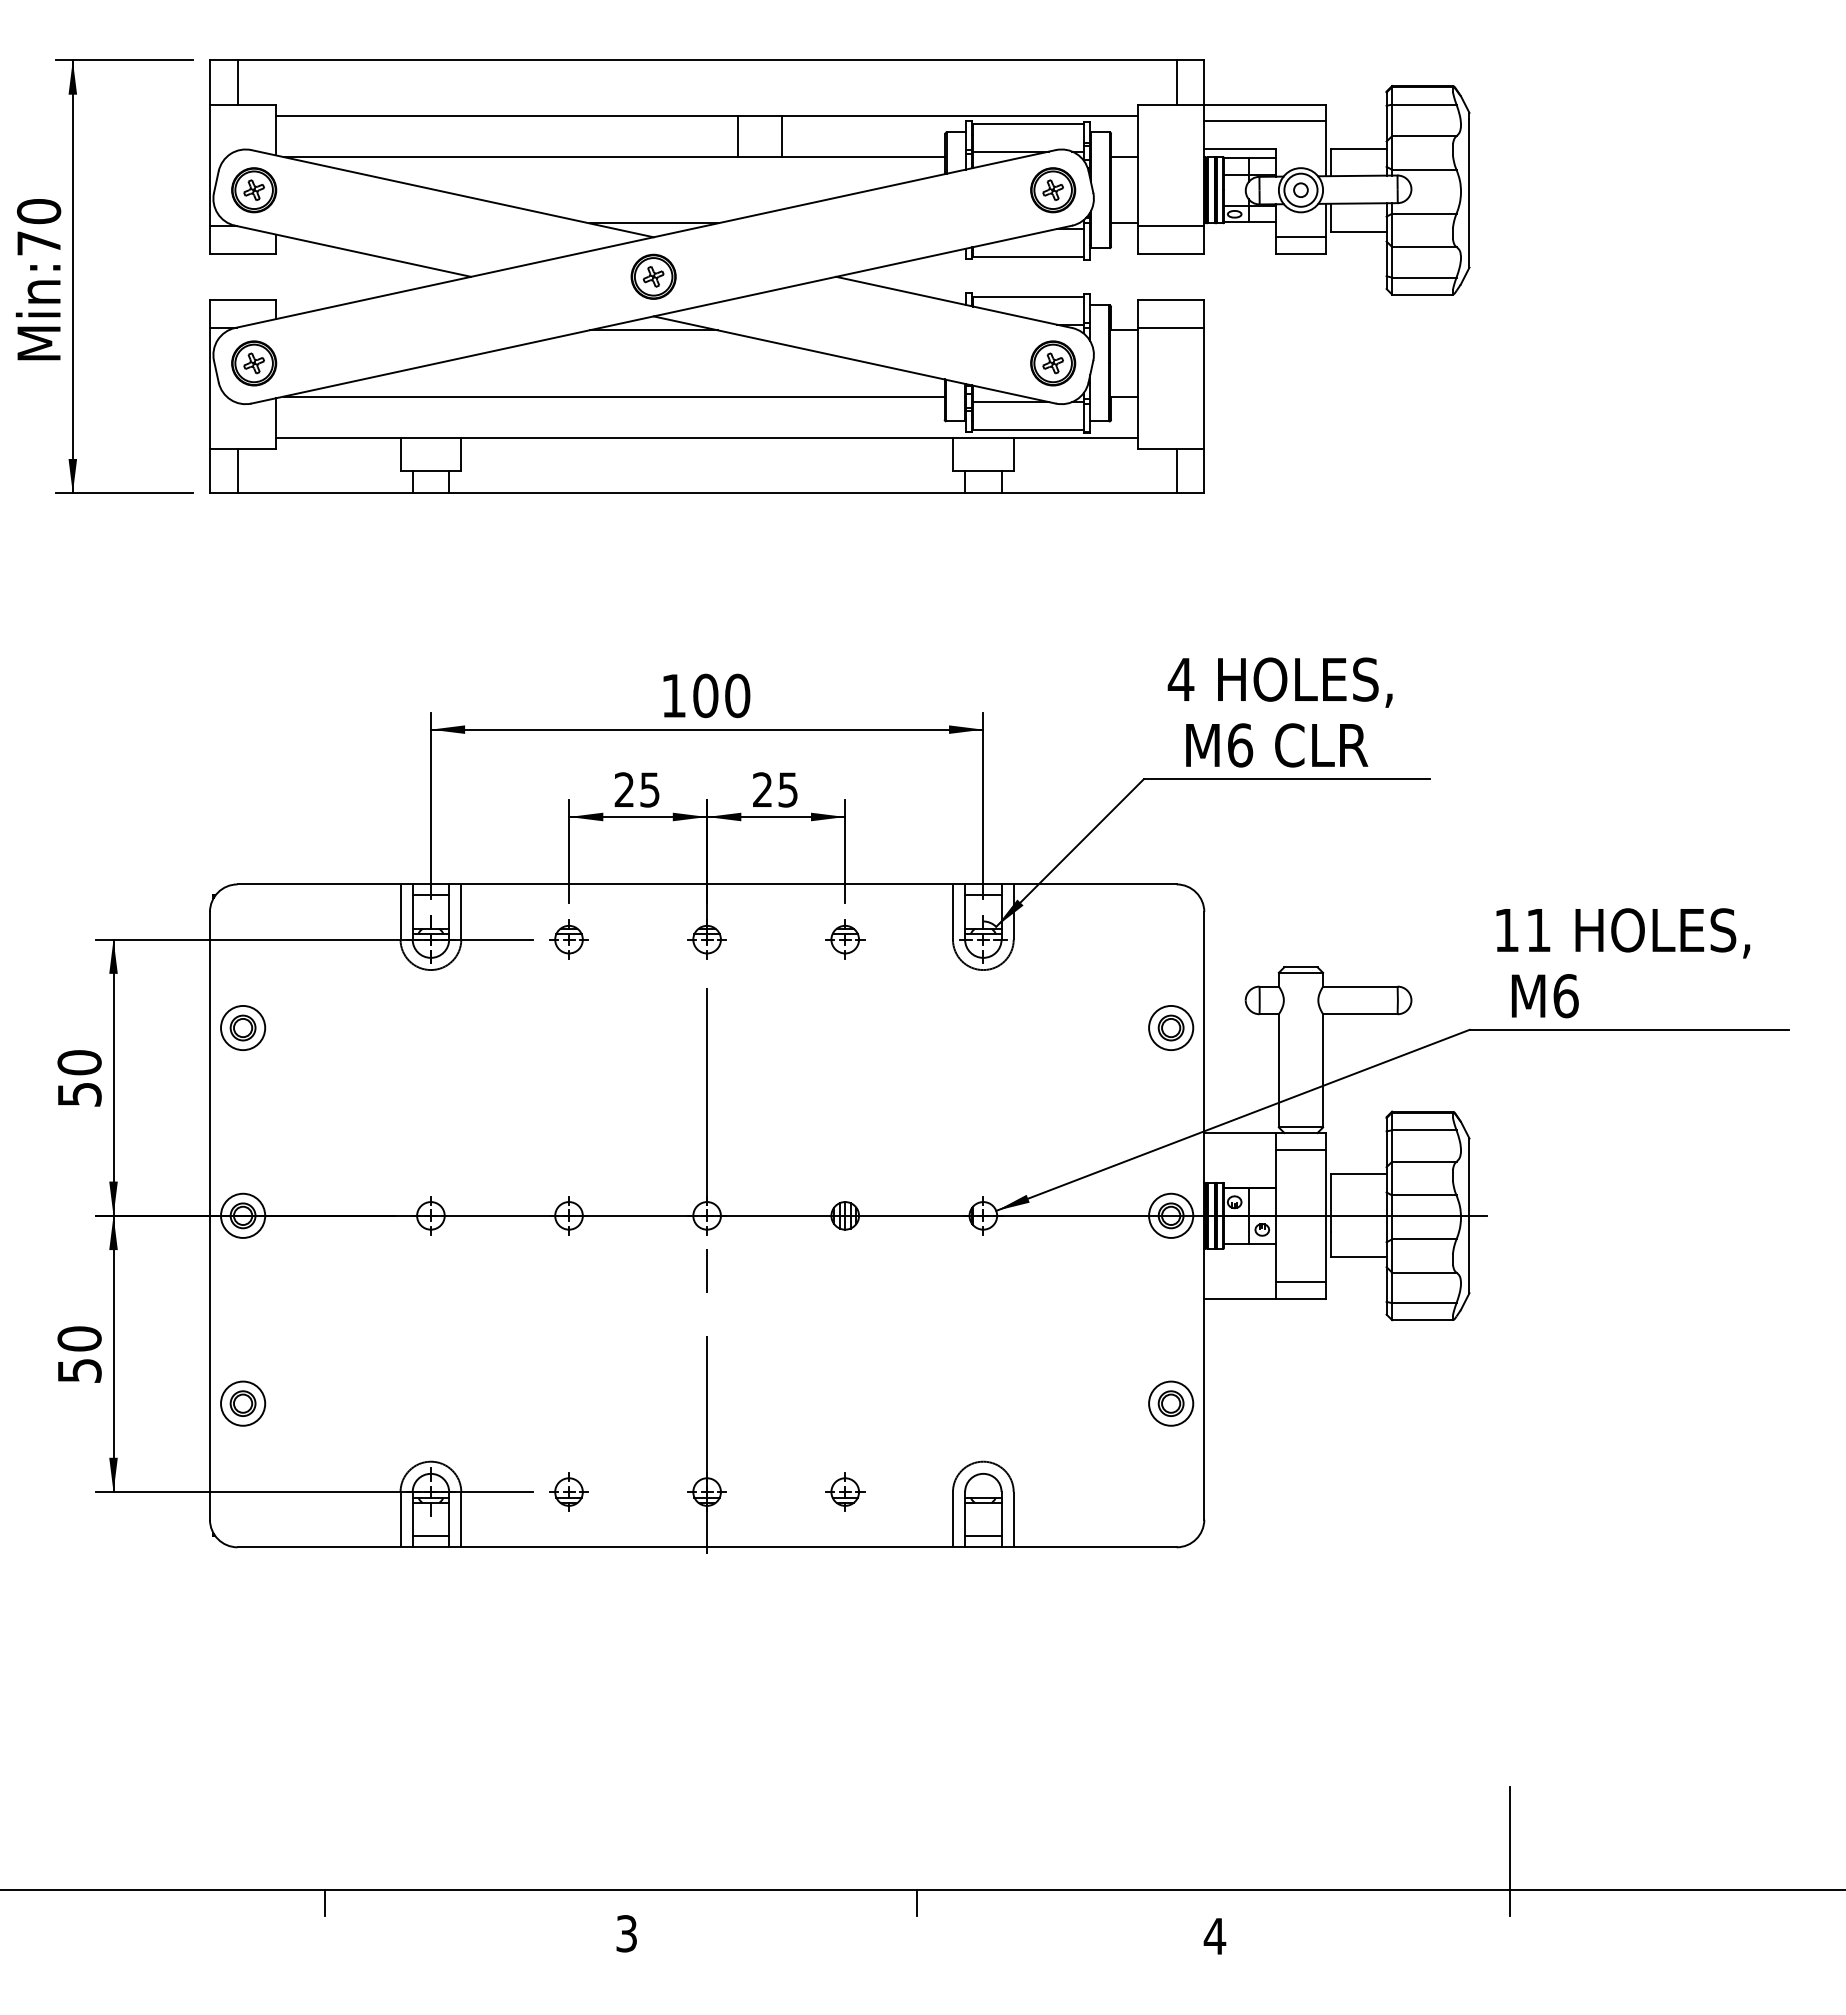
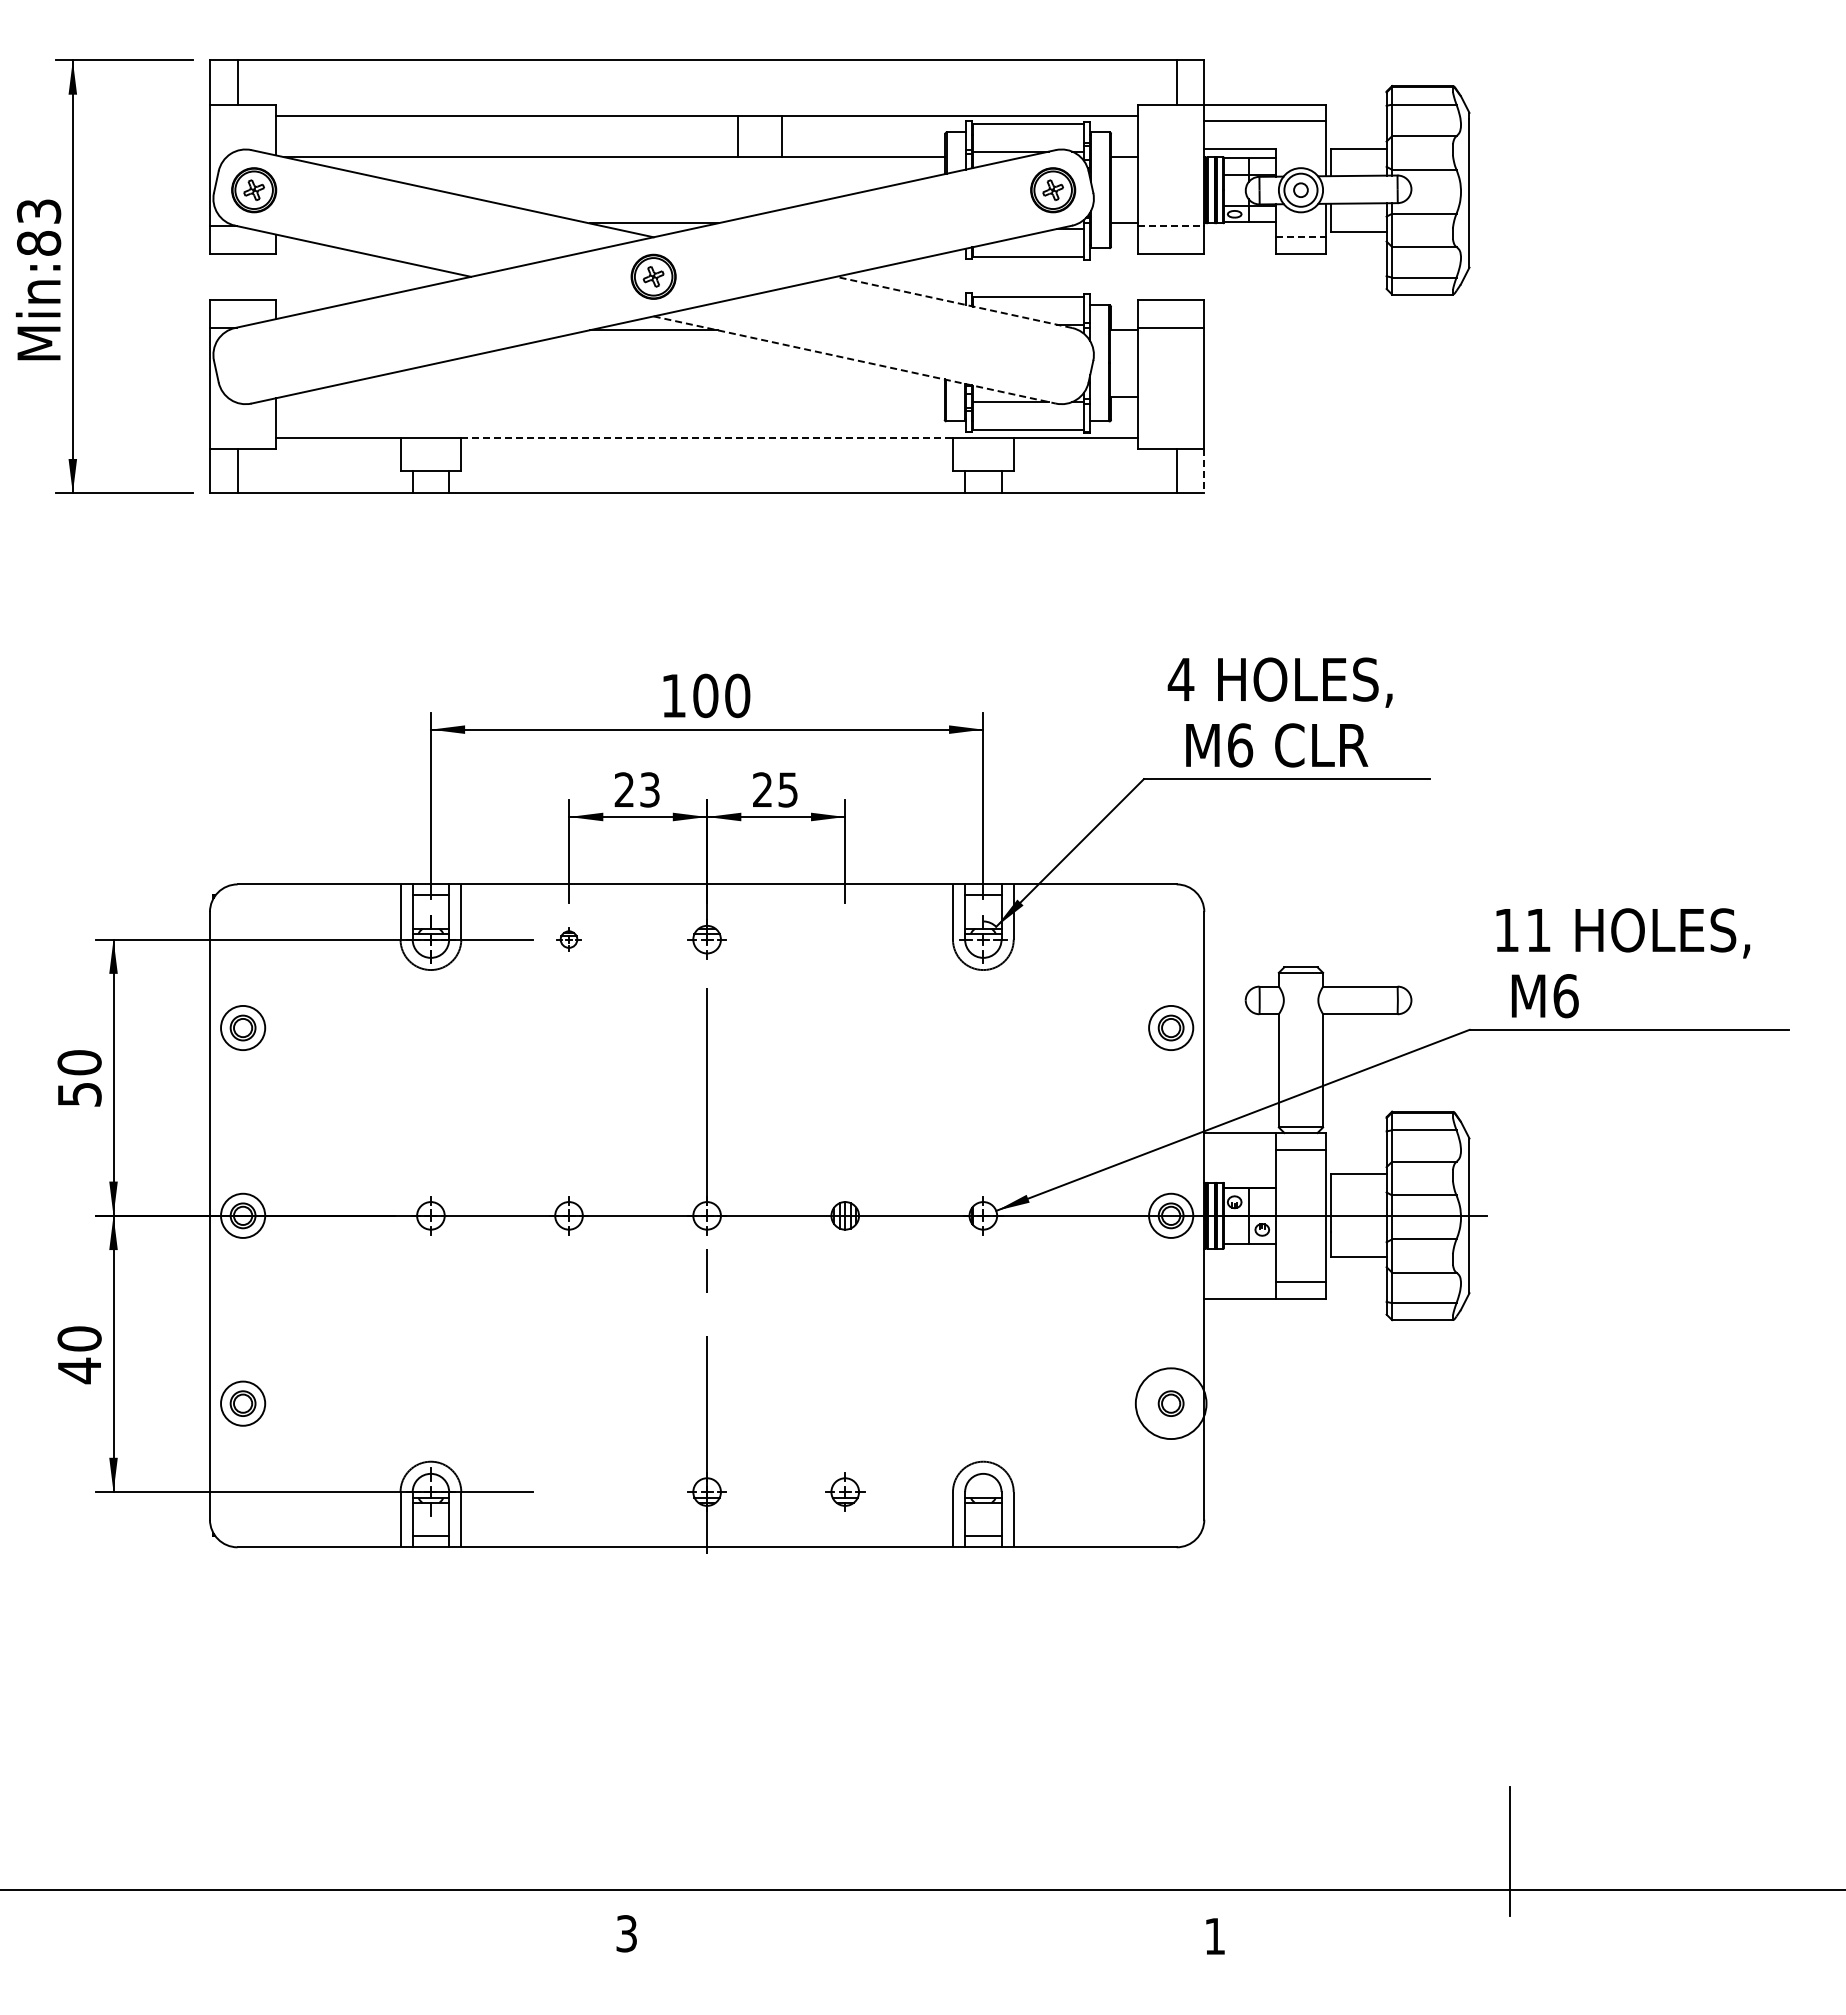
line at (1171, 226): solid -> dashed
text at (39, 227): Min:70 -> Min:83
line at (1300, 237): solid -> dashed
line at (954, 302): solid -> dashed
line at (854, 360): solid -> dashed
part at (254, 363): present -> none
part at (1053, 363): present -> none
line at (613, 396): present -> none
line at (707, 438): solid -> dashed
line at (1204, 471): solid -> dashed
text at (649, 789): 25 -> 23
part at (568, 939) size: 40x41 px -> 26x25 px
part at (845, 939): present -> none
text at (79, 1370): 50 -> 40
circle at (1171, 1403) diameter: 44 px -> 71 px
part at (568, 1491): present -> none
line at (324, 1902): present -> none
line at (917, 1902): present -> none
text at (1214, 1936): 4 -> 1
